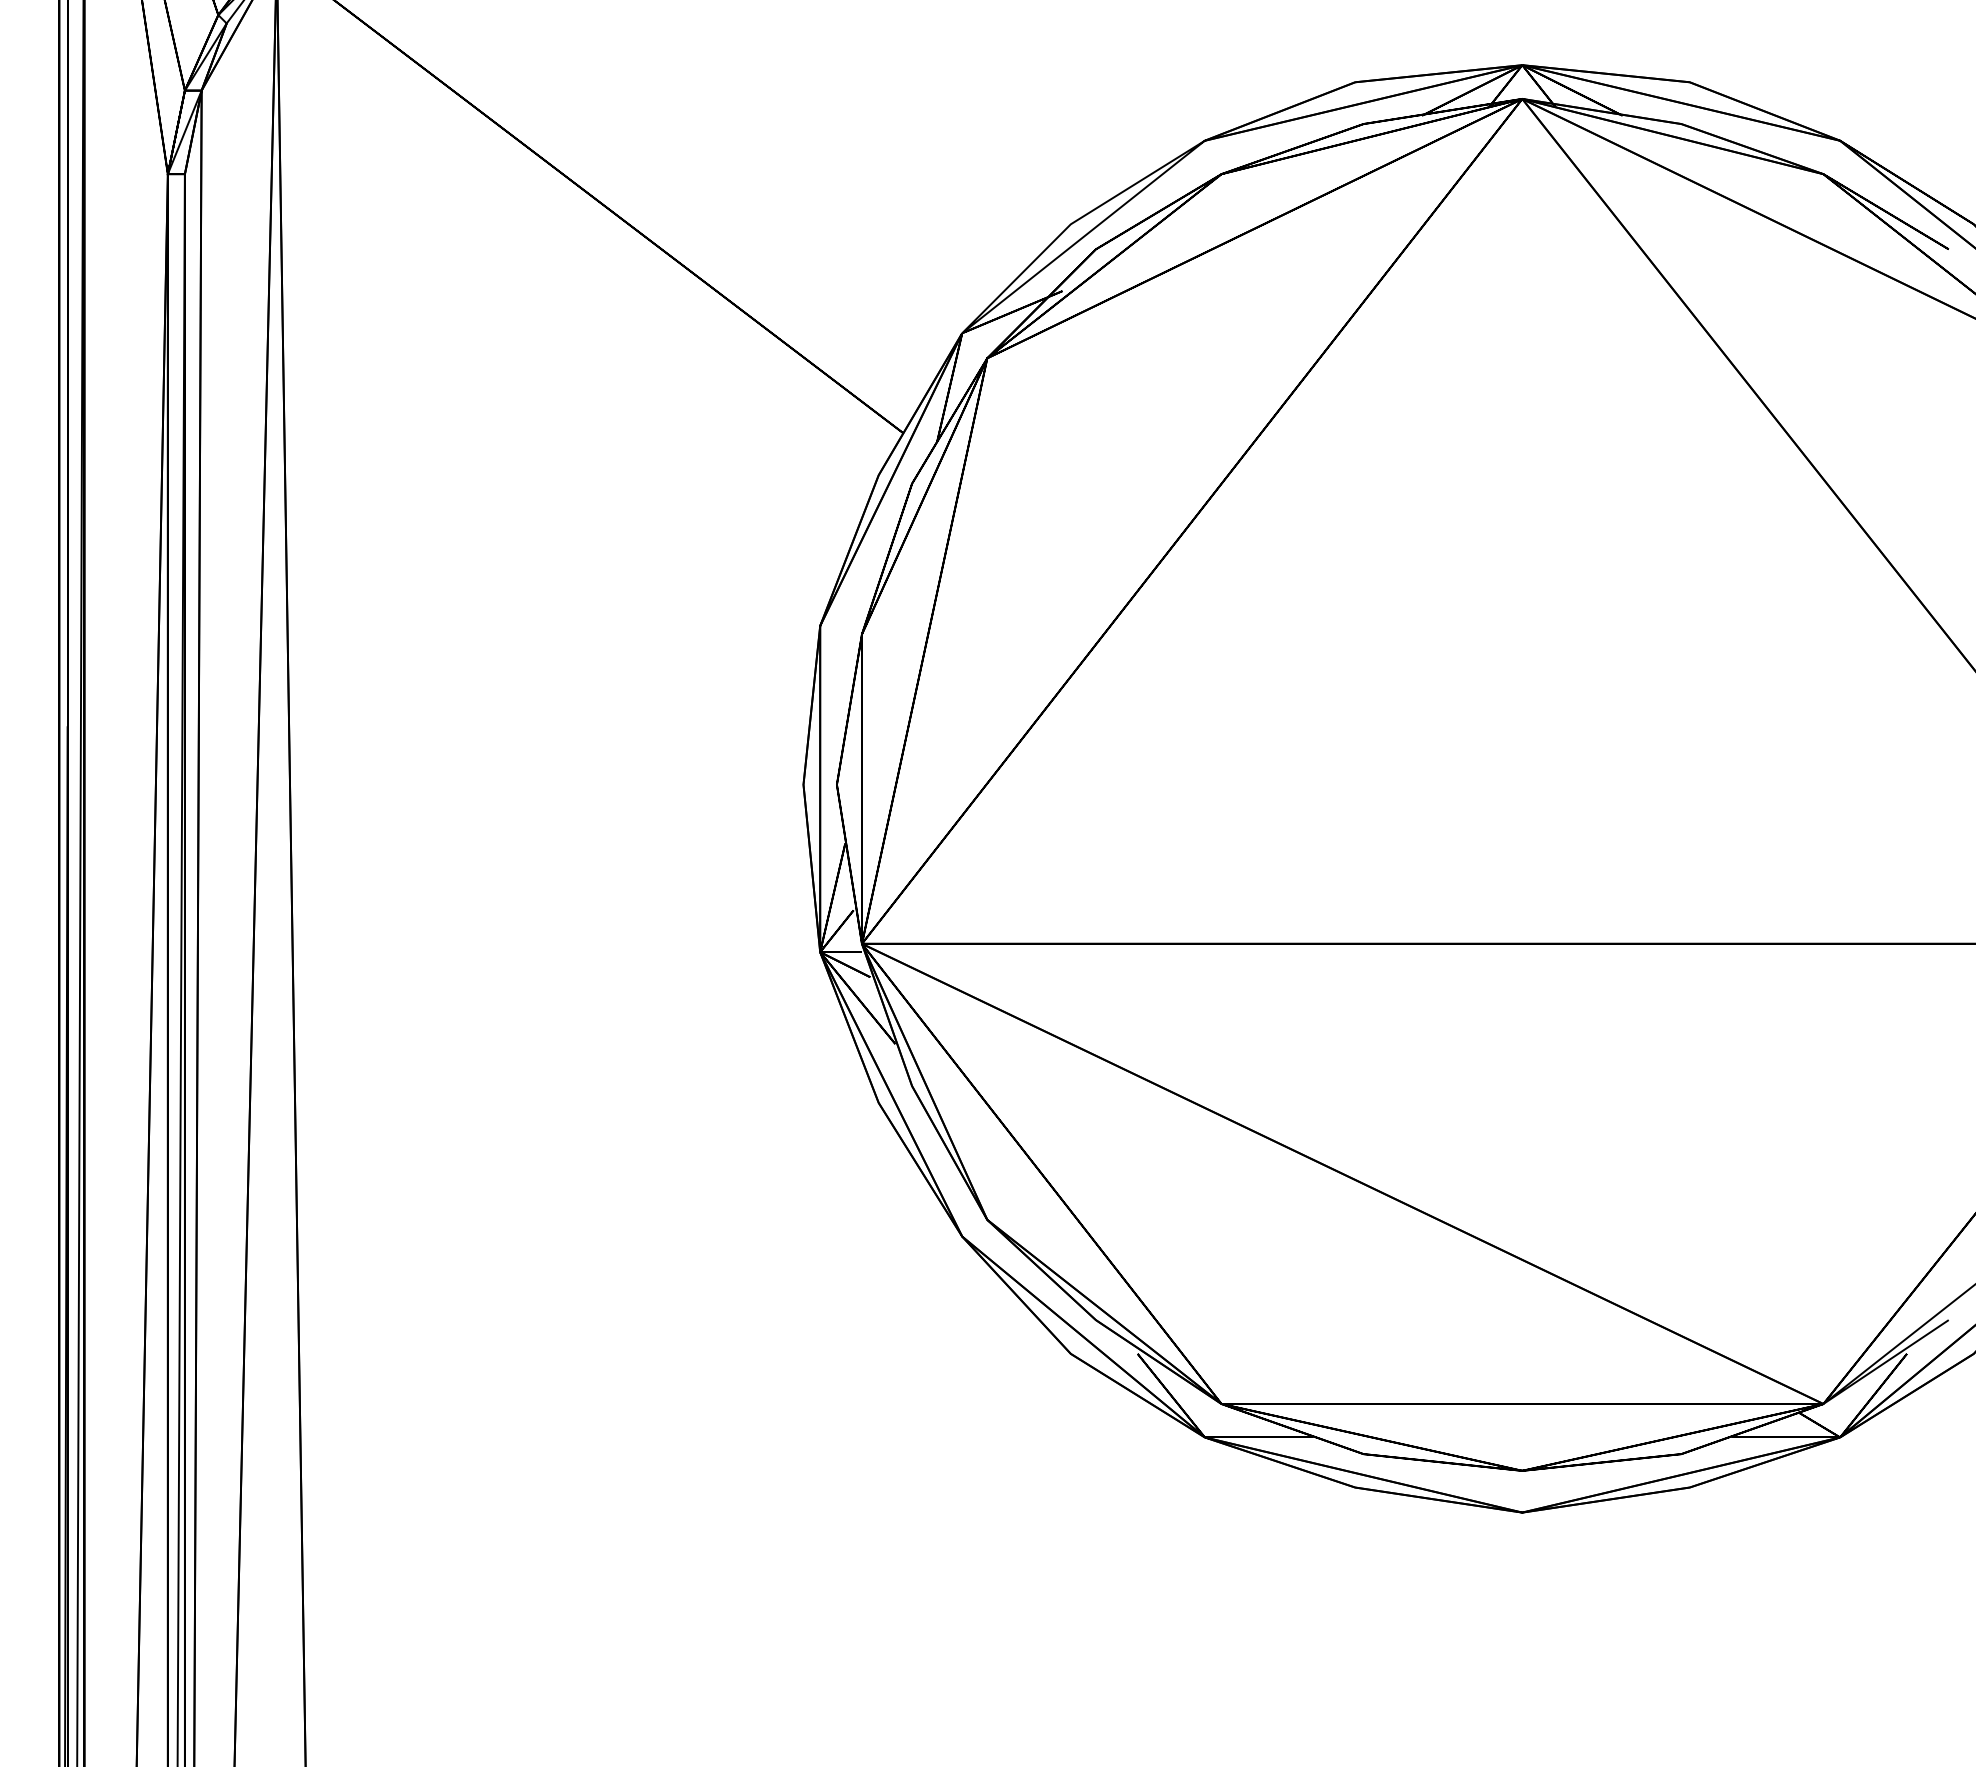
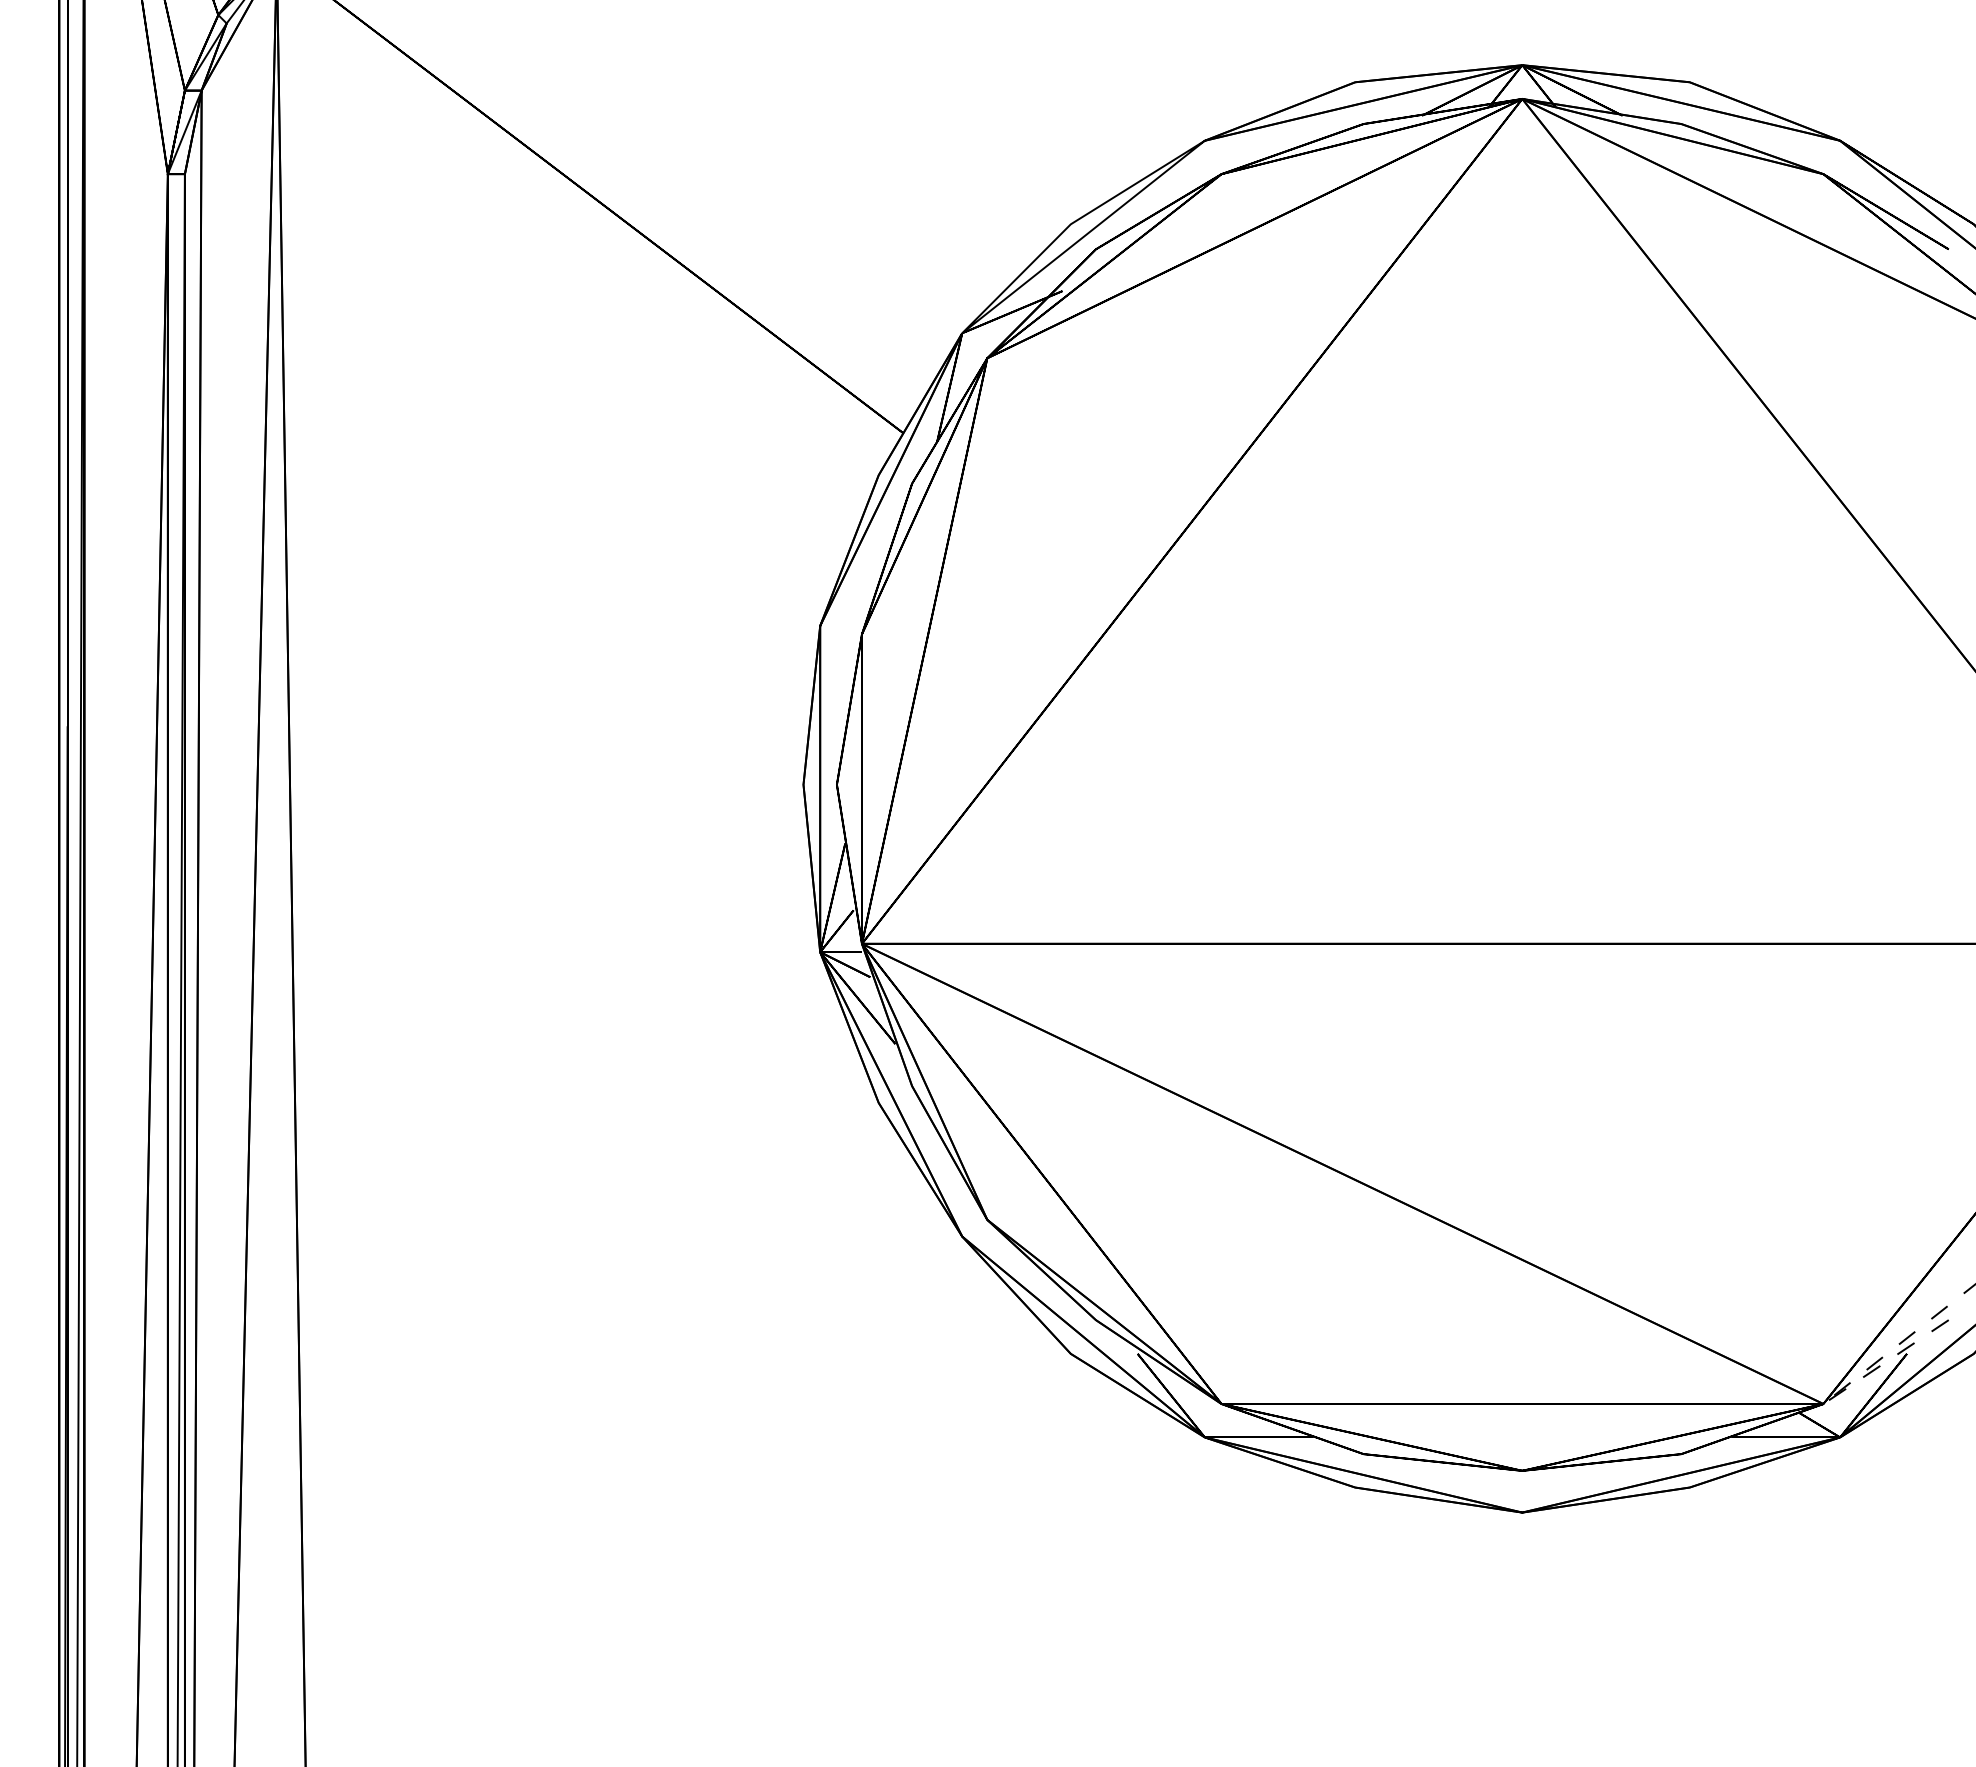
line at (1839, 1391): solid -> dashed
